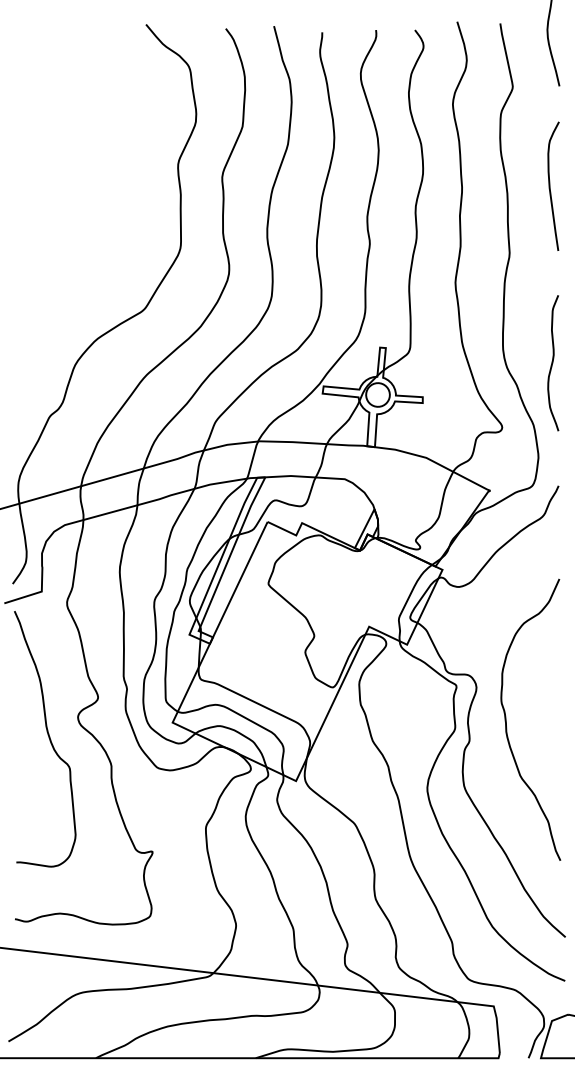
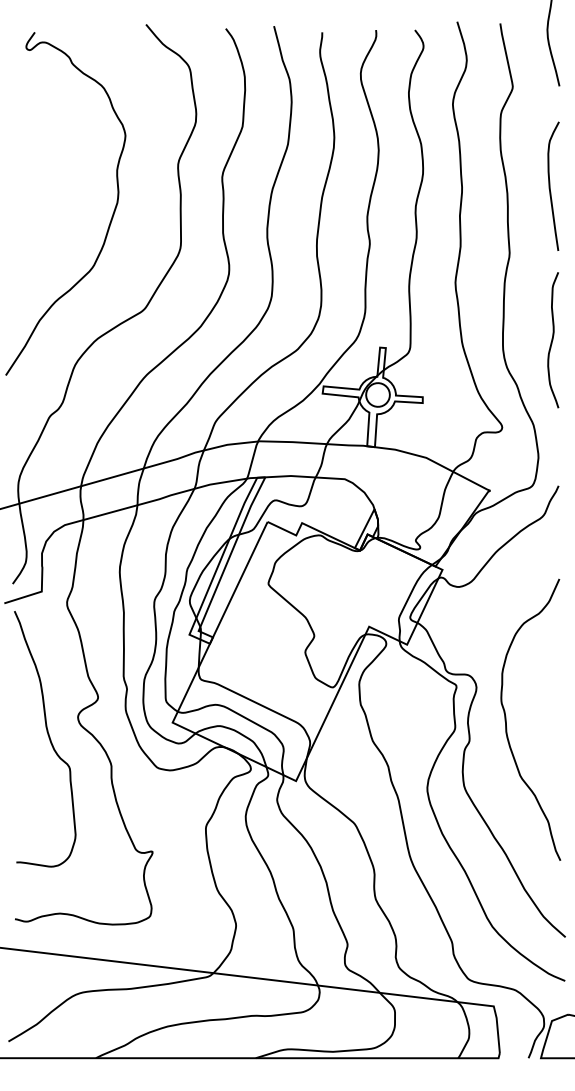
curve at (110, 219): none -> present
curve at (553, 363) position: (553, 363) -> (553, 340)
